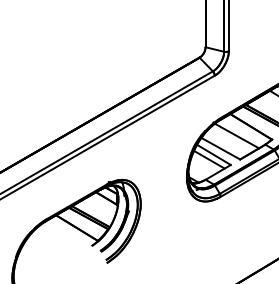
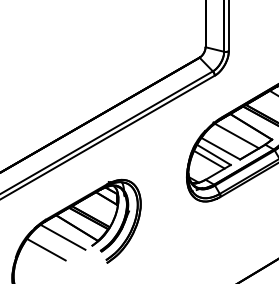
line at (62, 237): none -> present
line at (46, 249): none -> present
